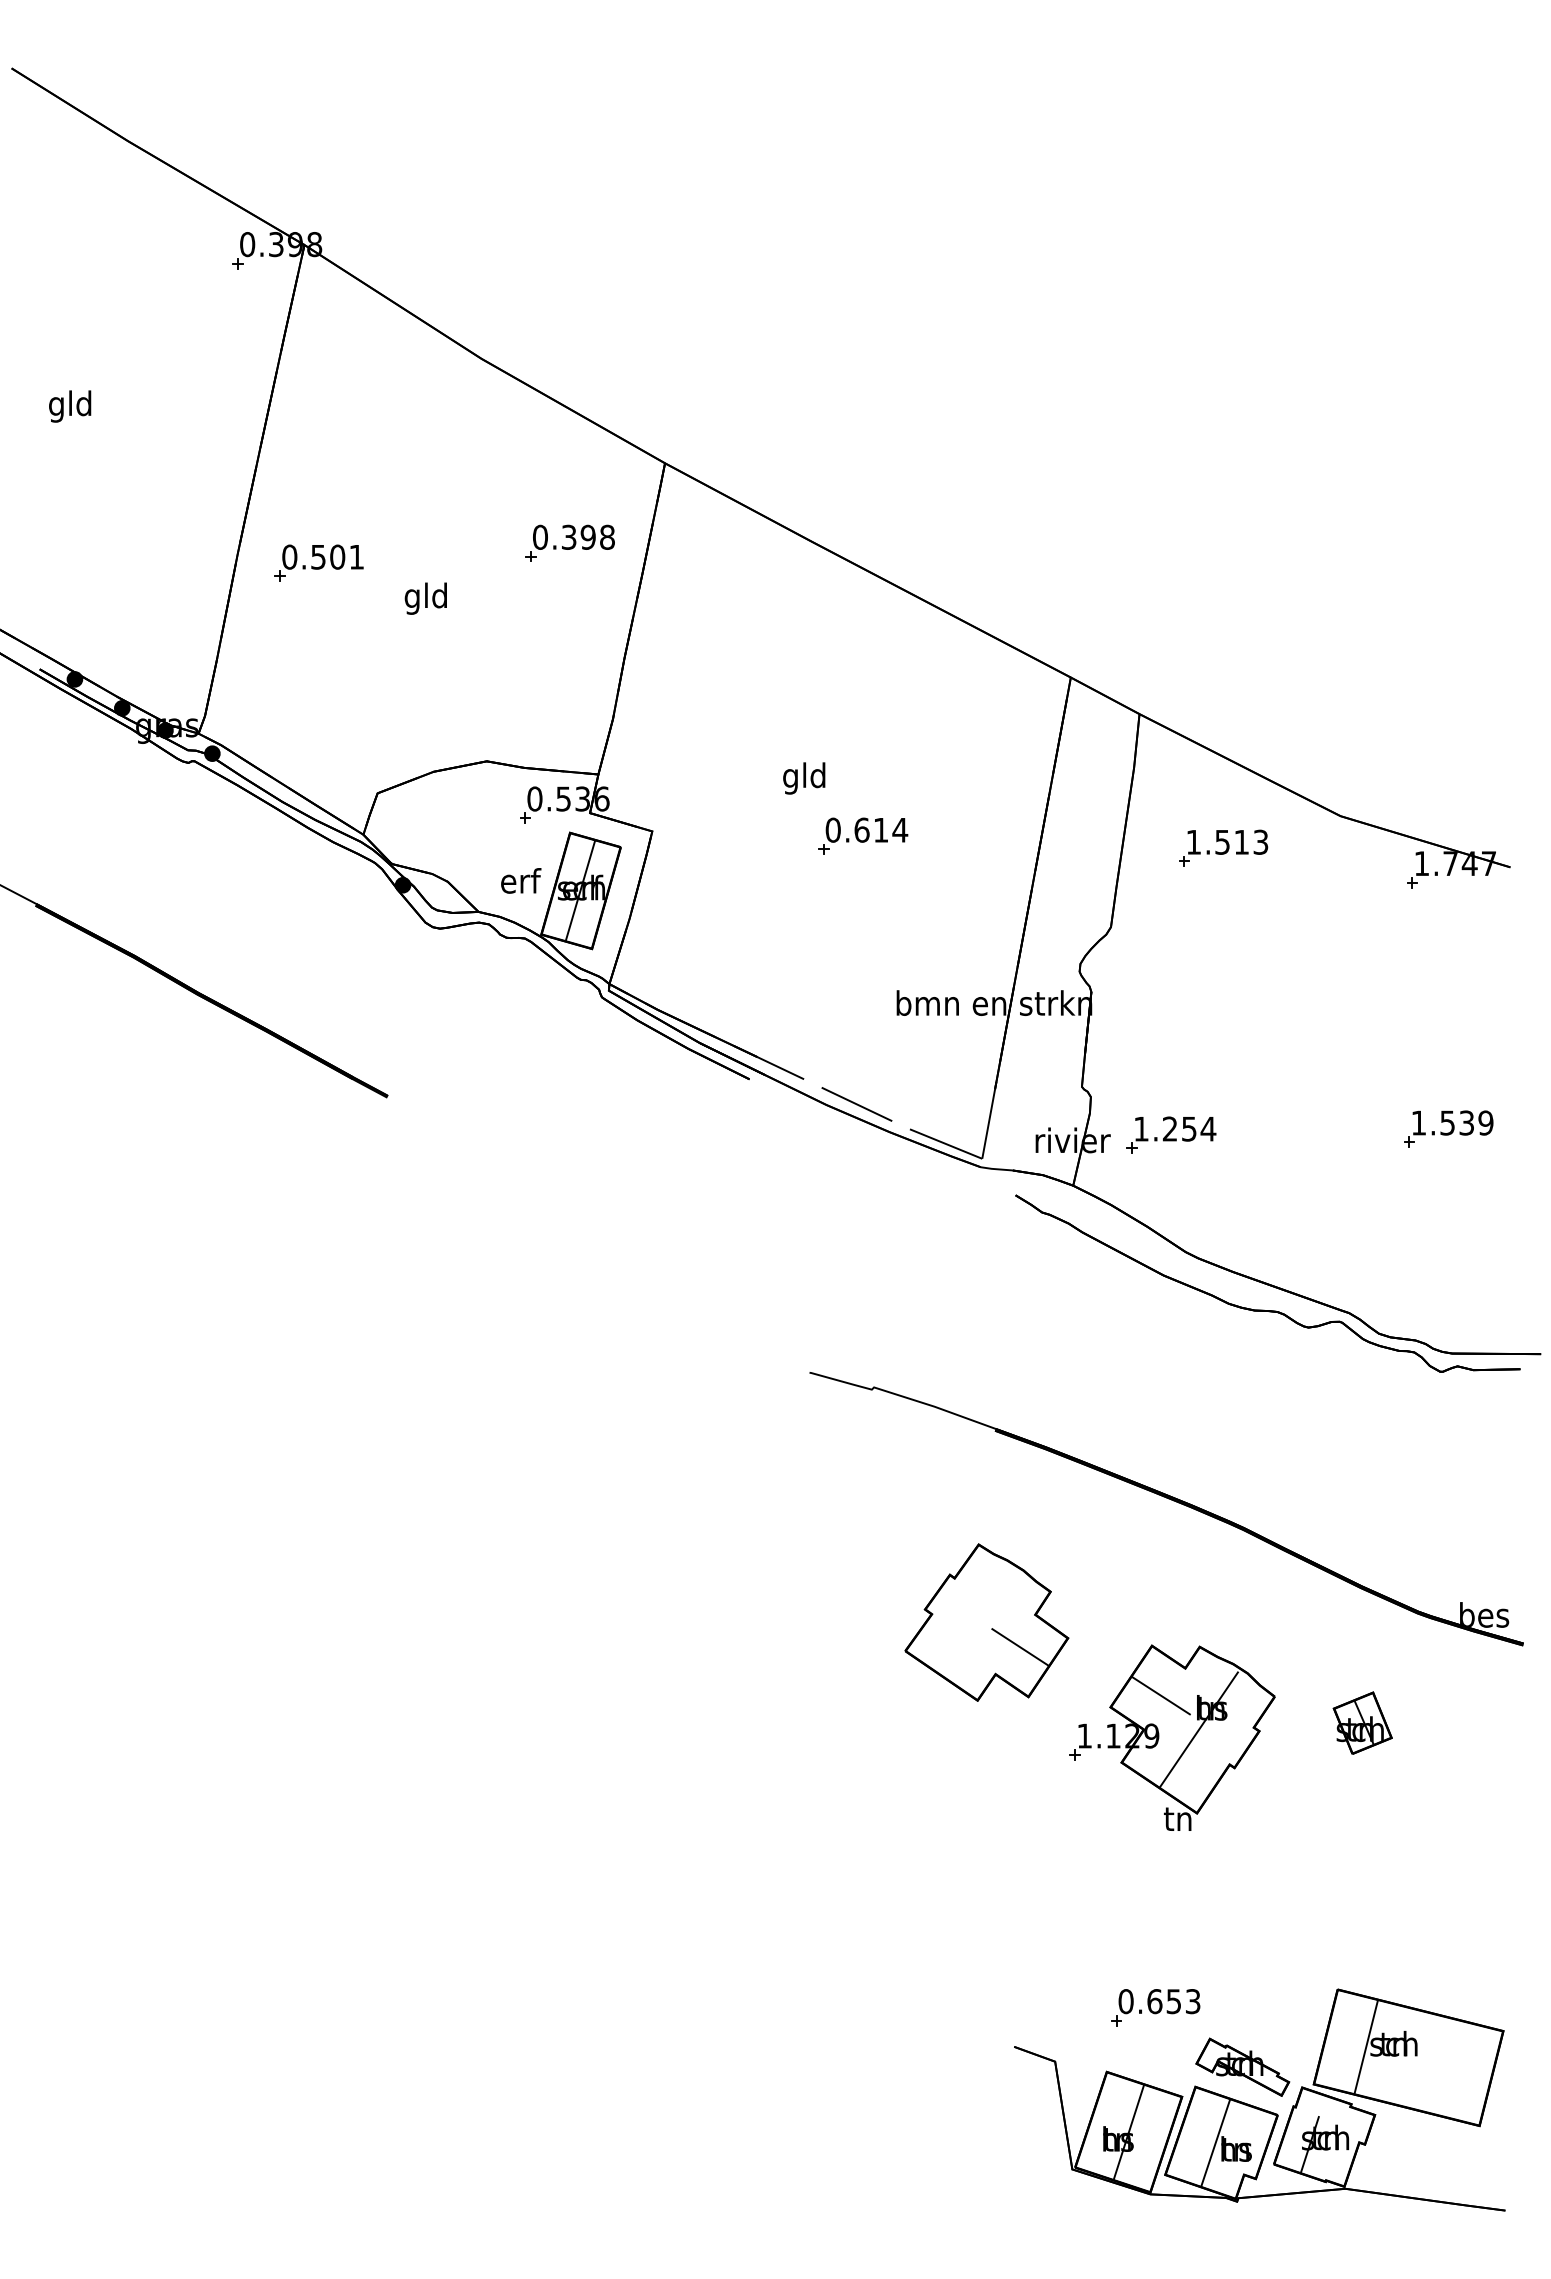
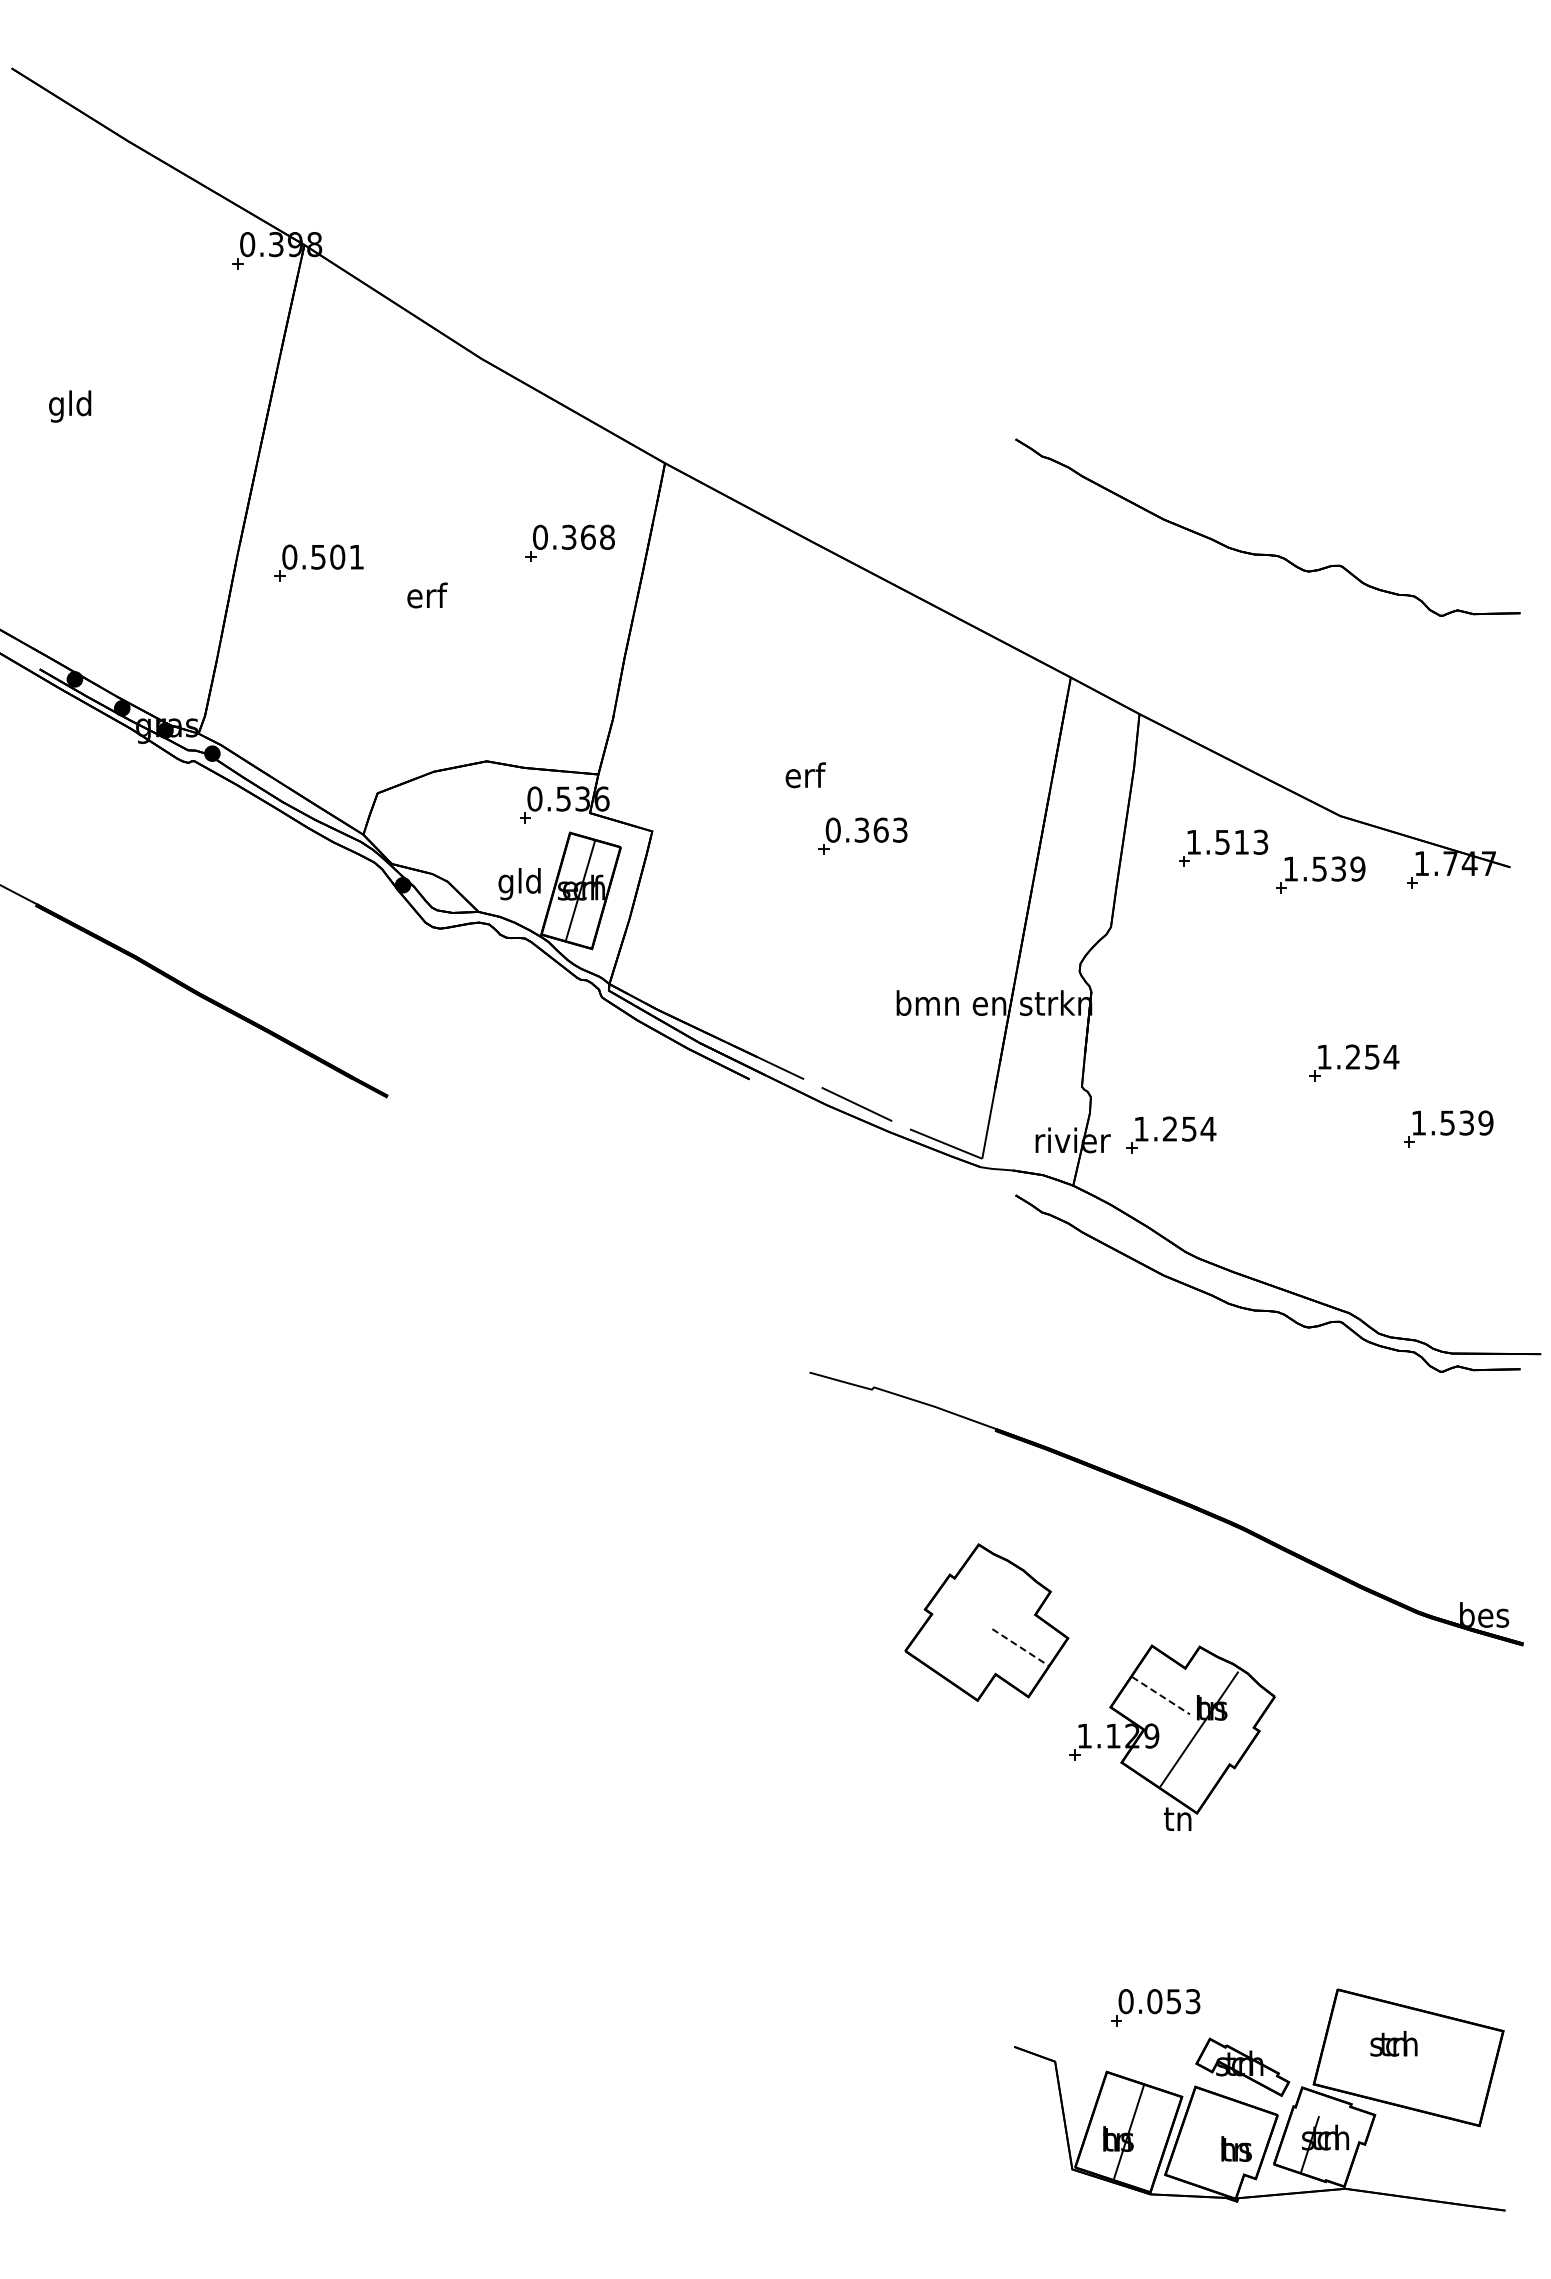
text at (587, 536): 0.398 -> 0.368
part at (1264, 553): none -> present
text at (425, 598): gld -> erf
text at (804, 778): gld -> erf
text at (881, 829): 0.614 -> 0.363
part at (1320, 874): none -> present
text at (519, 884): erf -> gld
part at (1354, 1062): none -> present
line at (1020, 1647): solid -> dashed
line at (1161, 1695): solid -> dashed
part at (1362, 1722): present -> none
text at (1154, 2001): 0.653 -> 0.053
line at (1365, 2046): present -> none
line at (1215, 2142): present -> none
